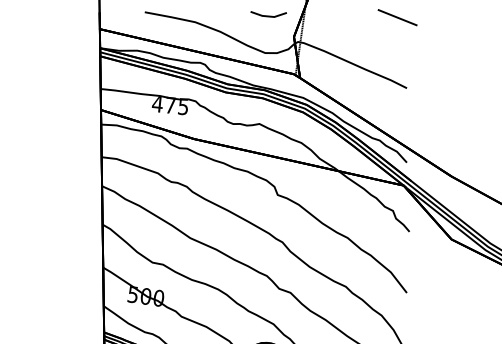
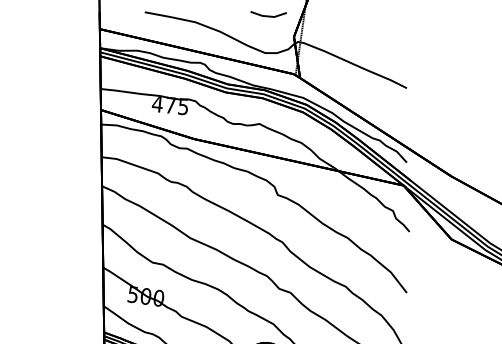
line at (397, 17): present -> none
